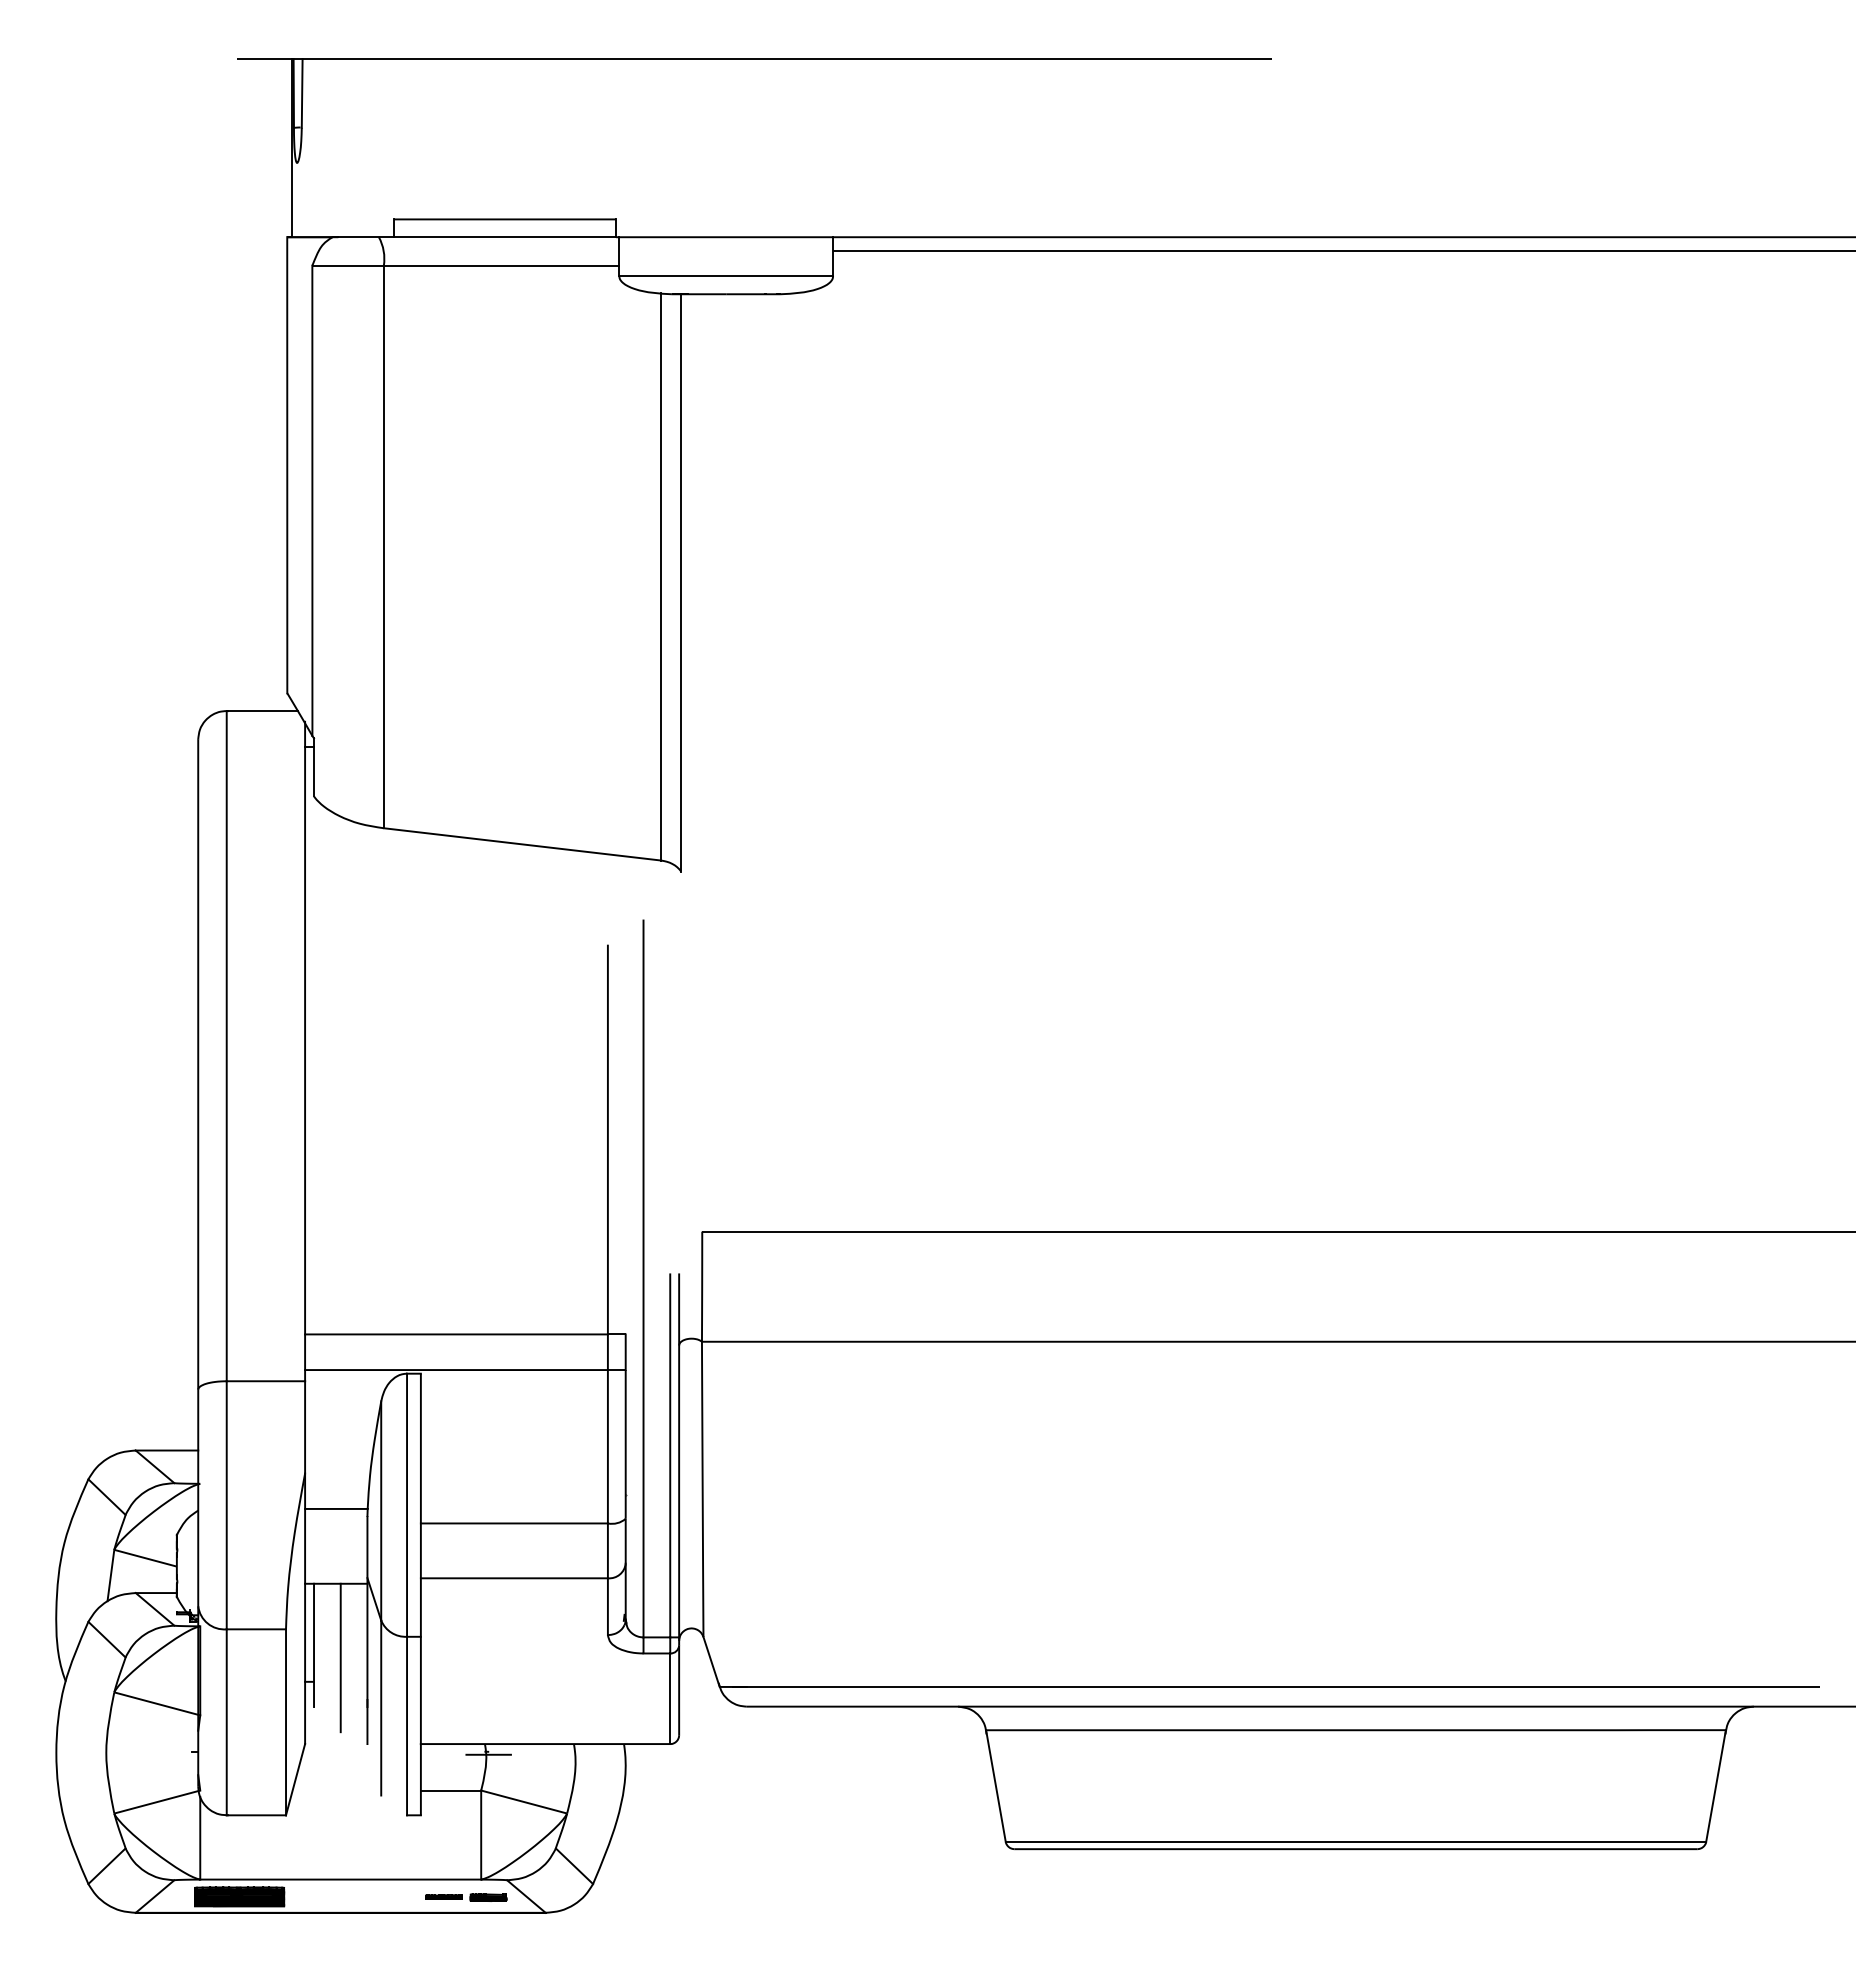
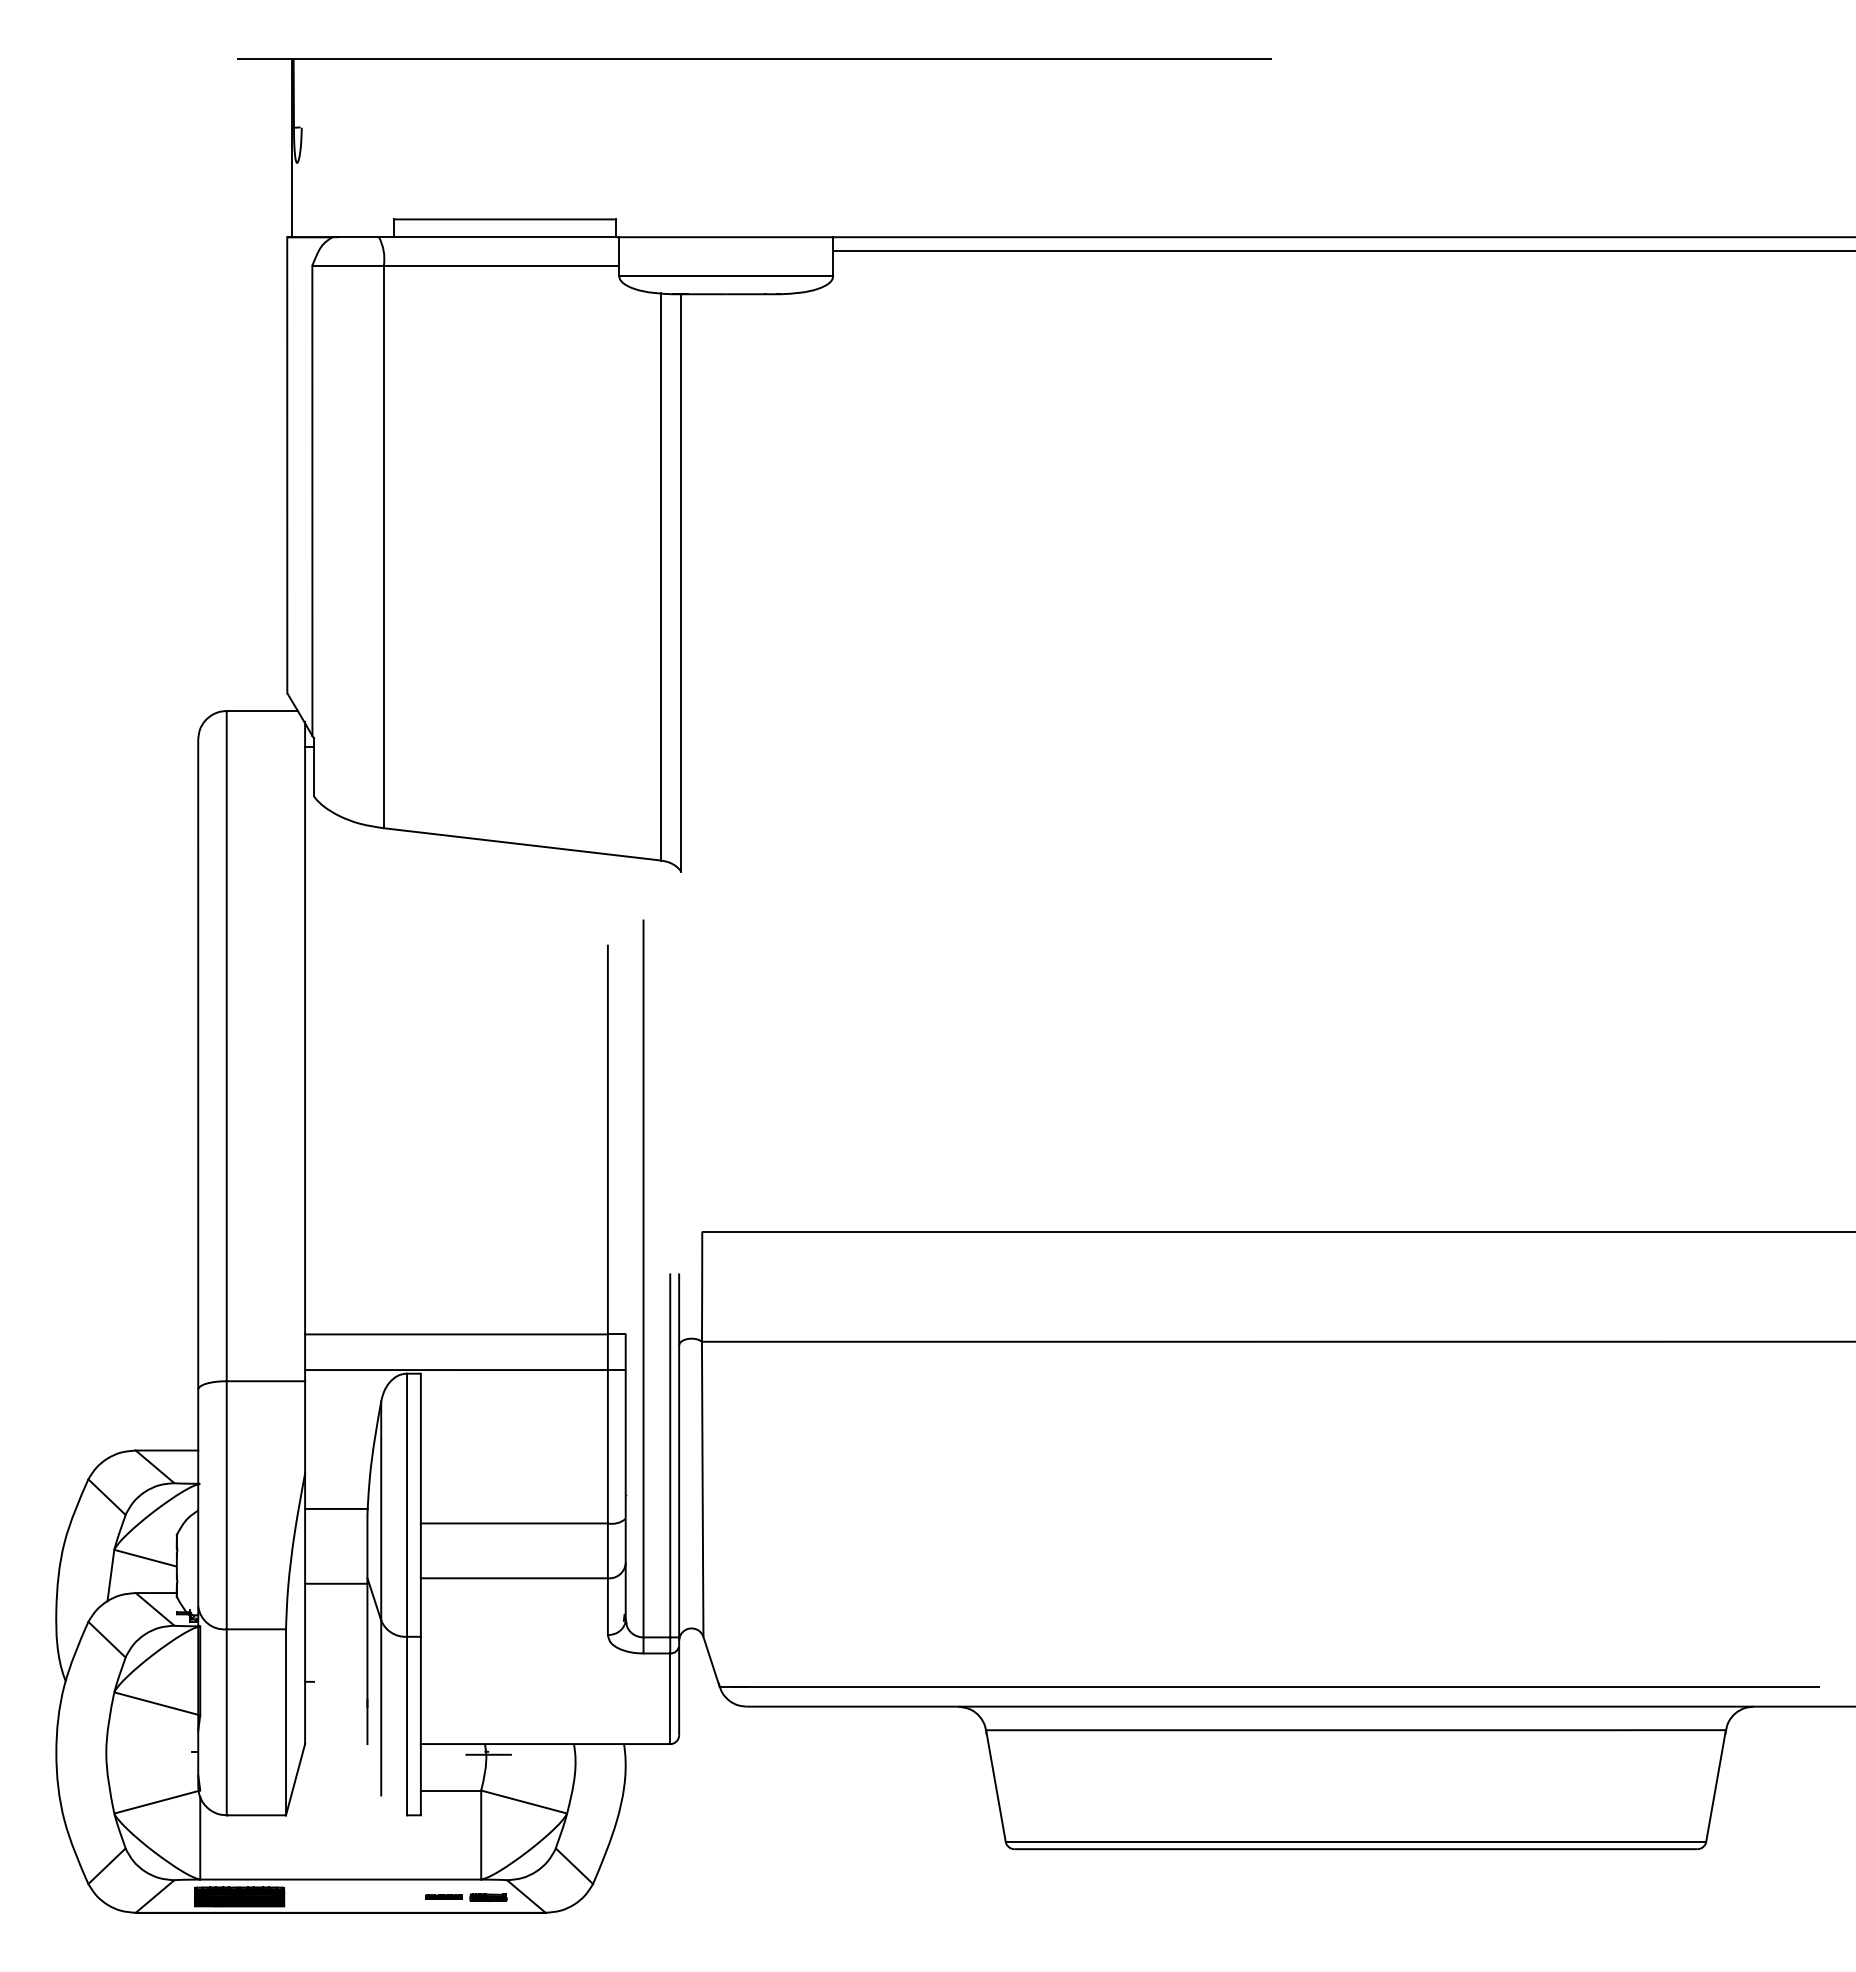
line at (301, 93): present -> none
line at (314, 1645): present -> none
line at (340, 1657): present -> none
